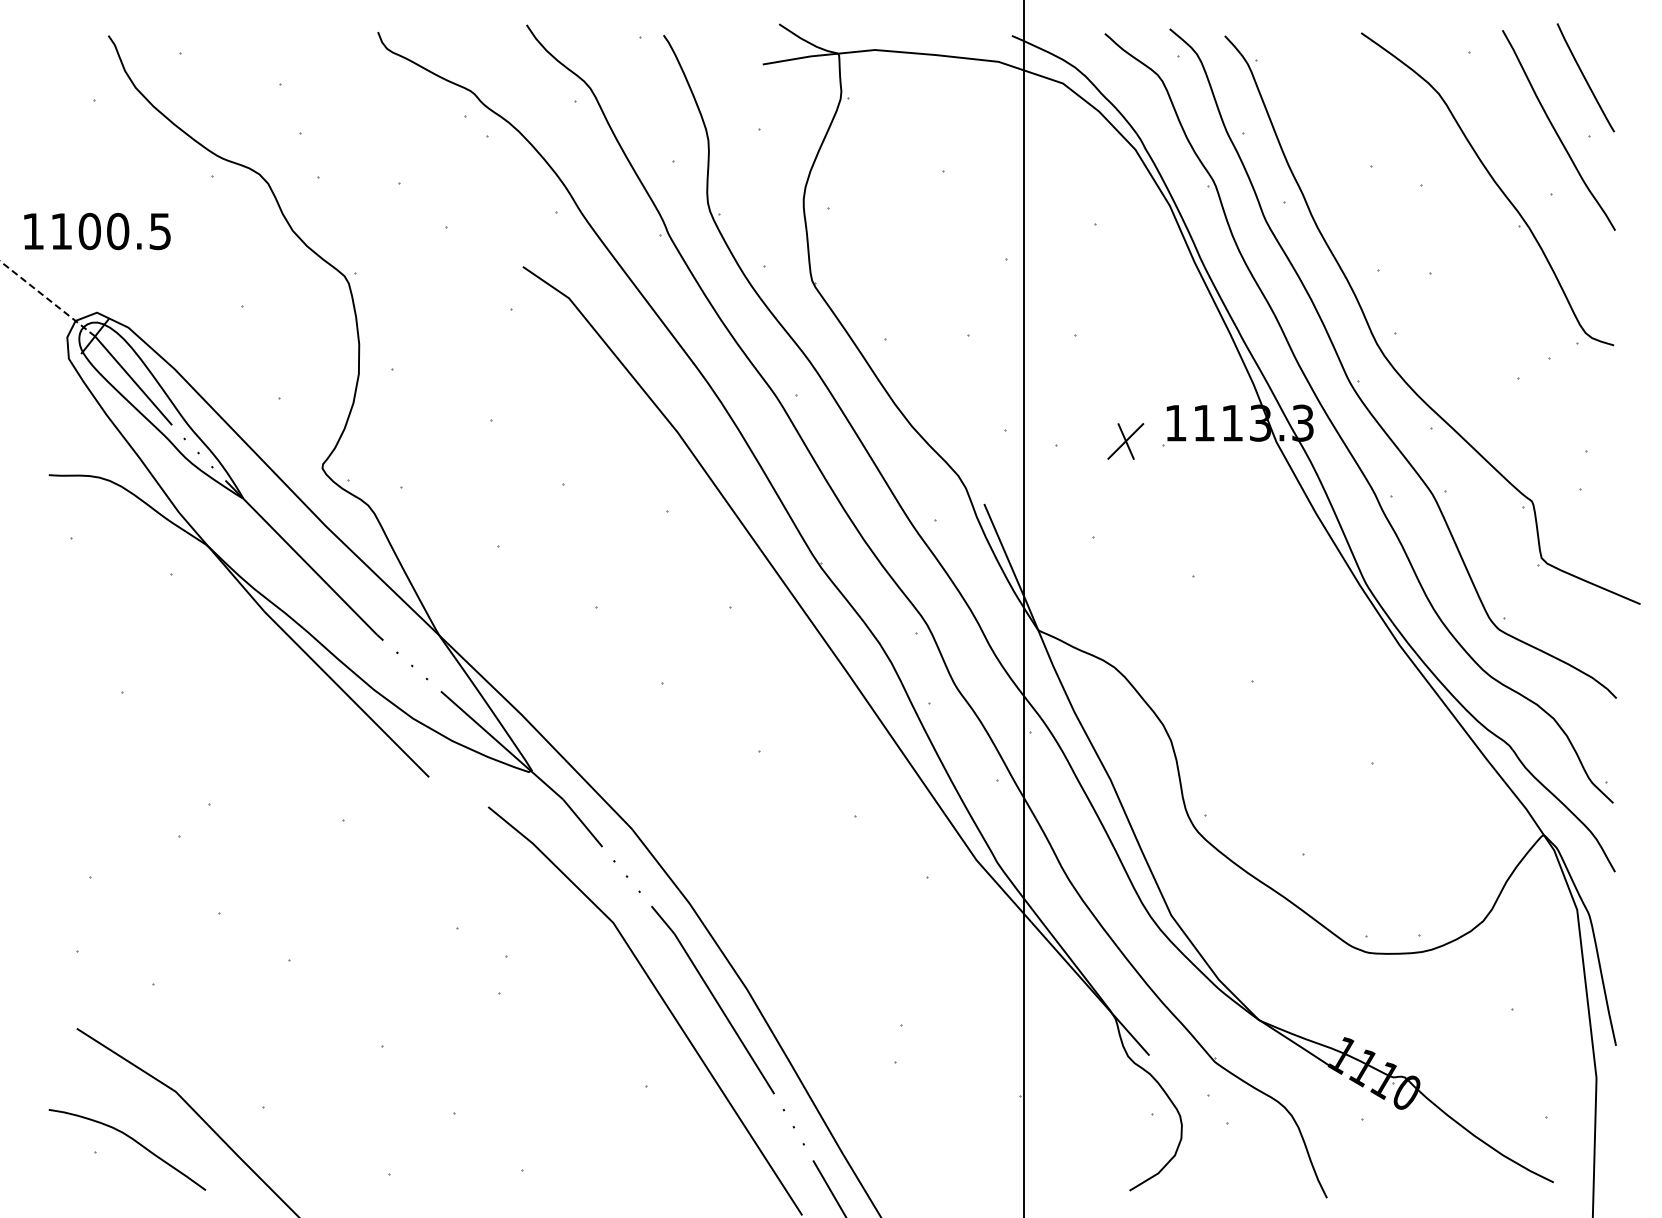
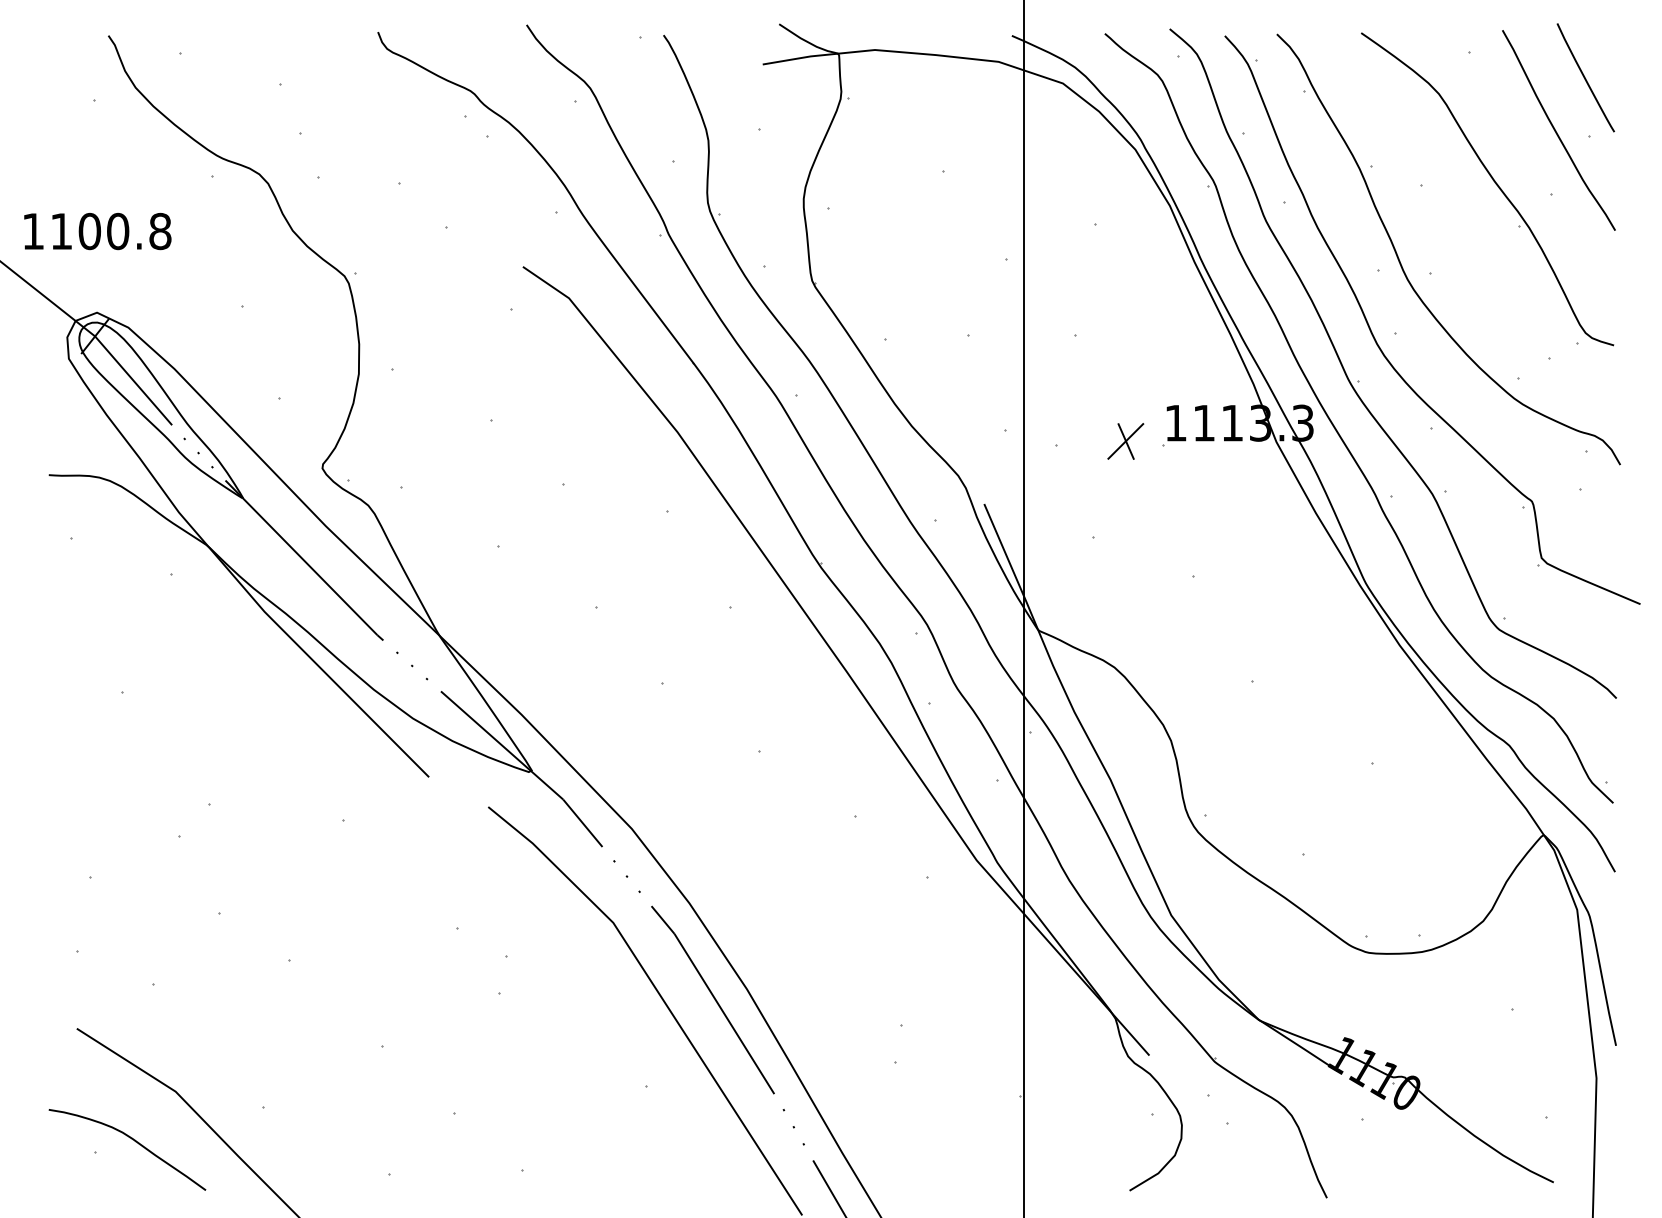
text at (160, 231): 1100.5 -> 1100.8
part at (1402, 265): none -> present
line at (47, 298): dashed -> solid
